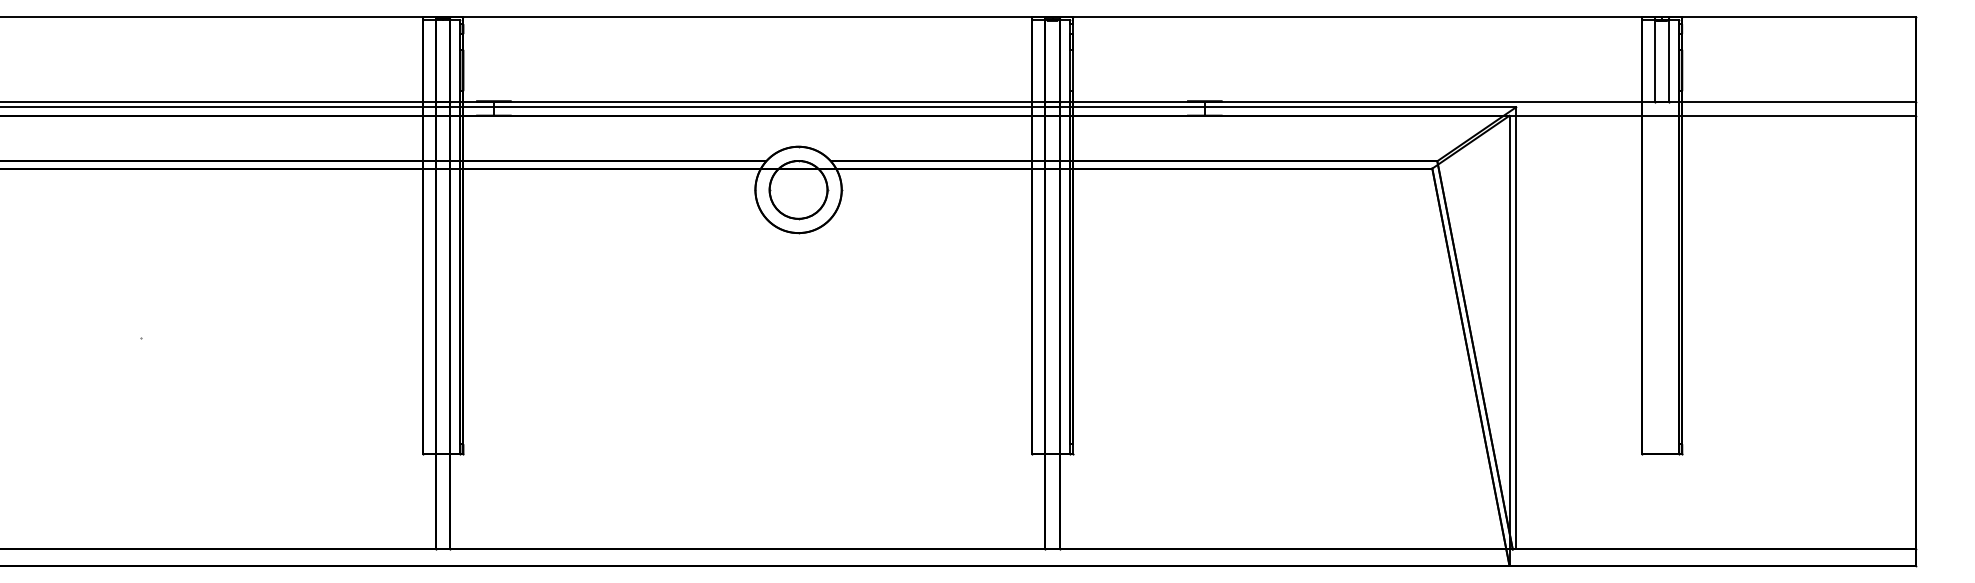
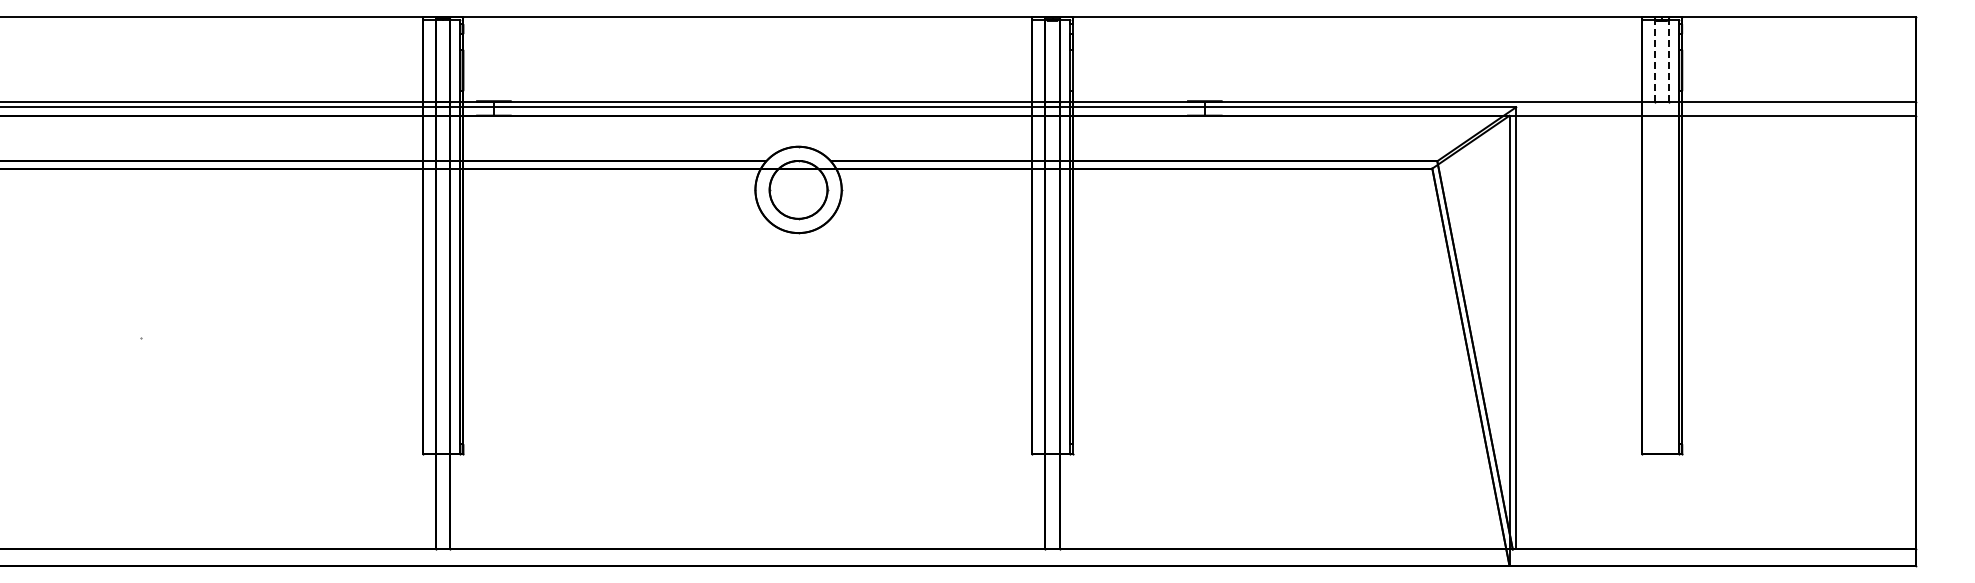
line at (1654, 58): solid -> dashed
line at (1668, 58): solid -> dashed
